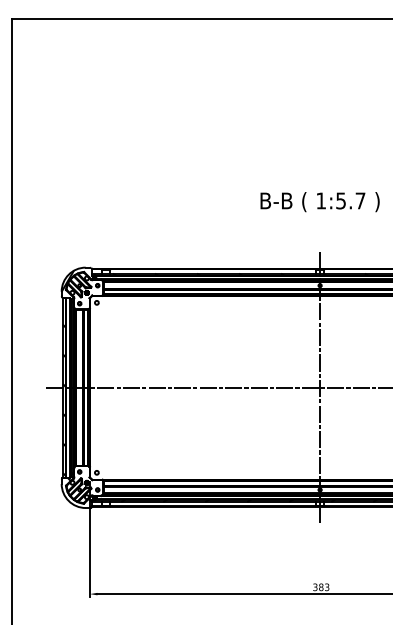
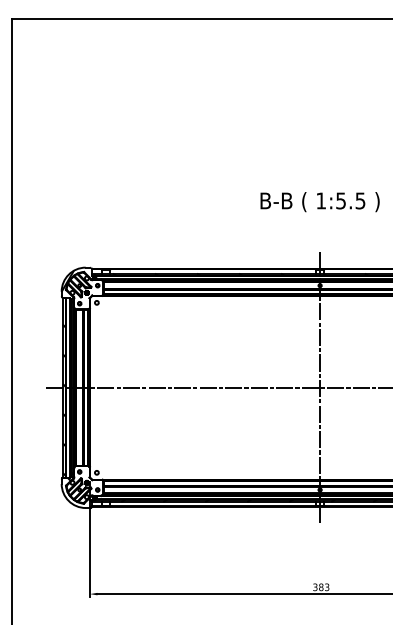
text at (360, 200): 1:5.7 -> 1:5.5
